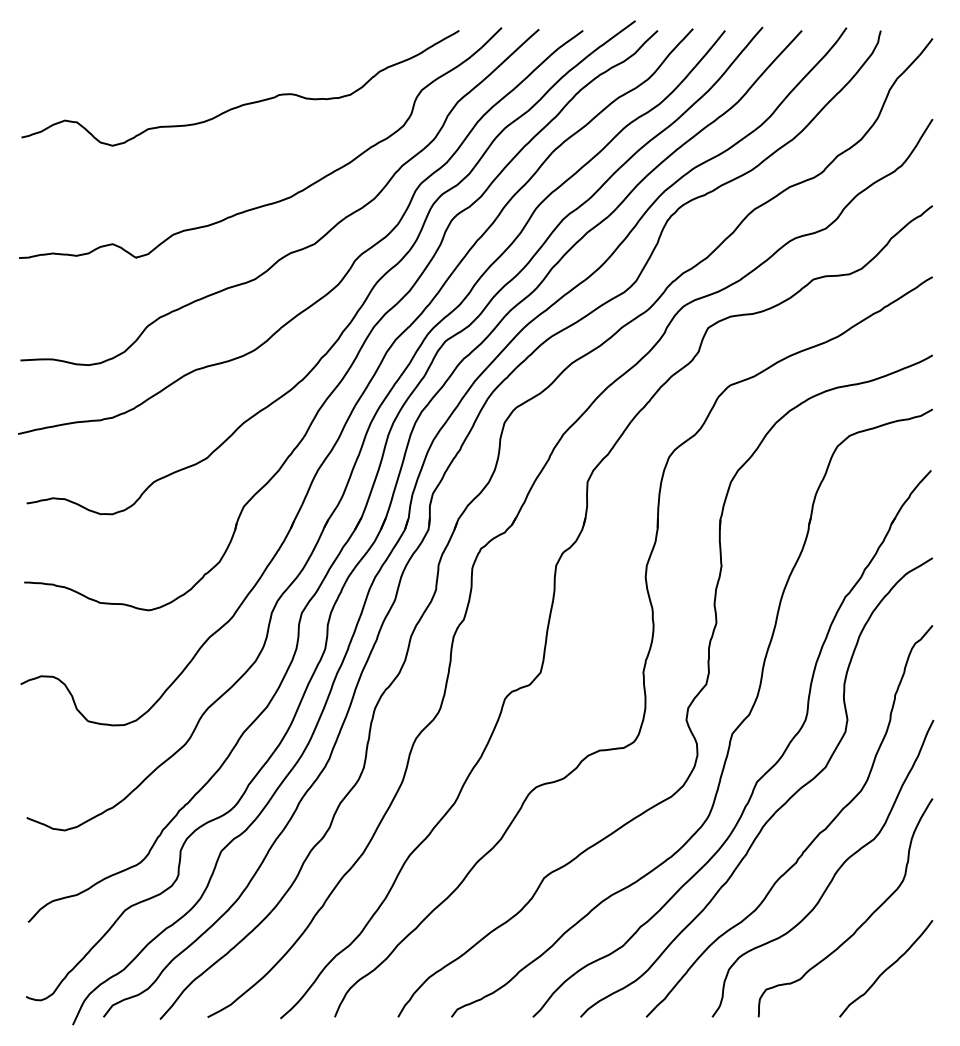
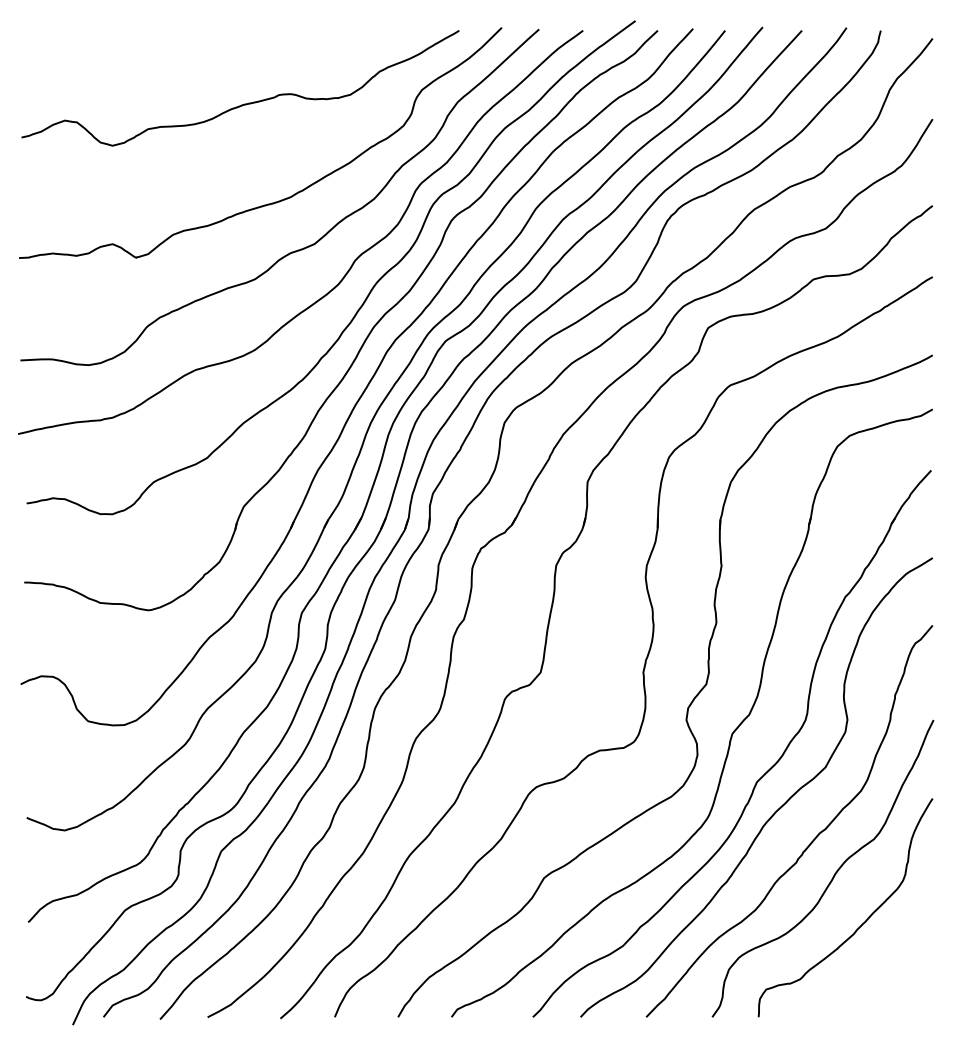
curve at (886, 968): present -> none
